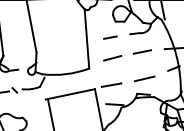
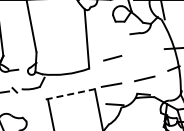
line at (110, 37): present -> none
line at (141, 51): present -> none
line at (70, 94): solid -> dashed
